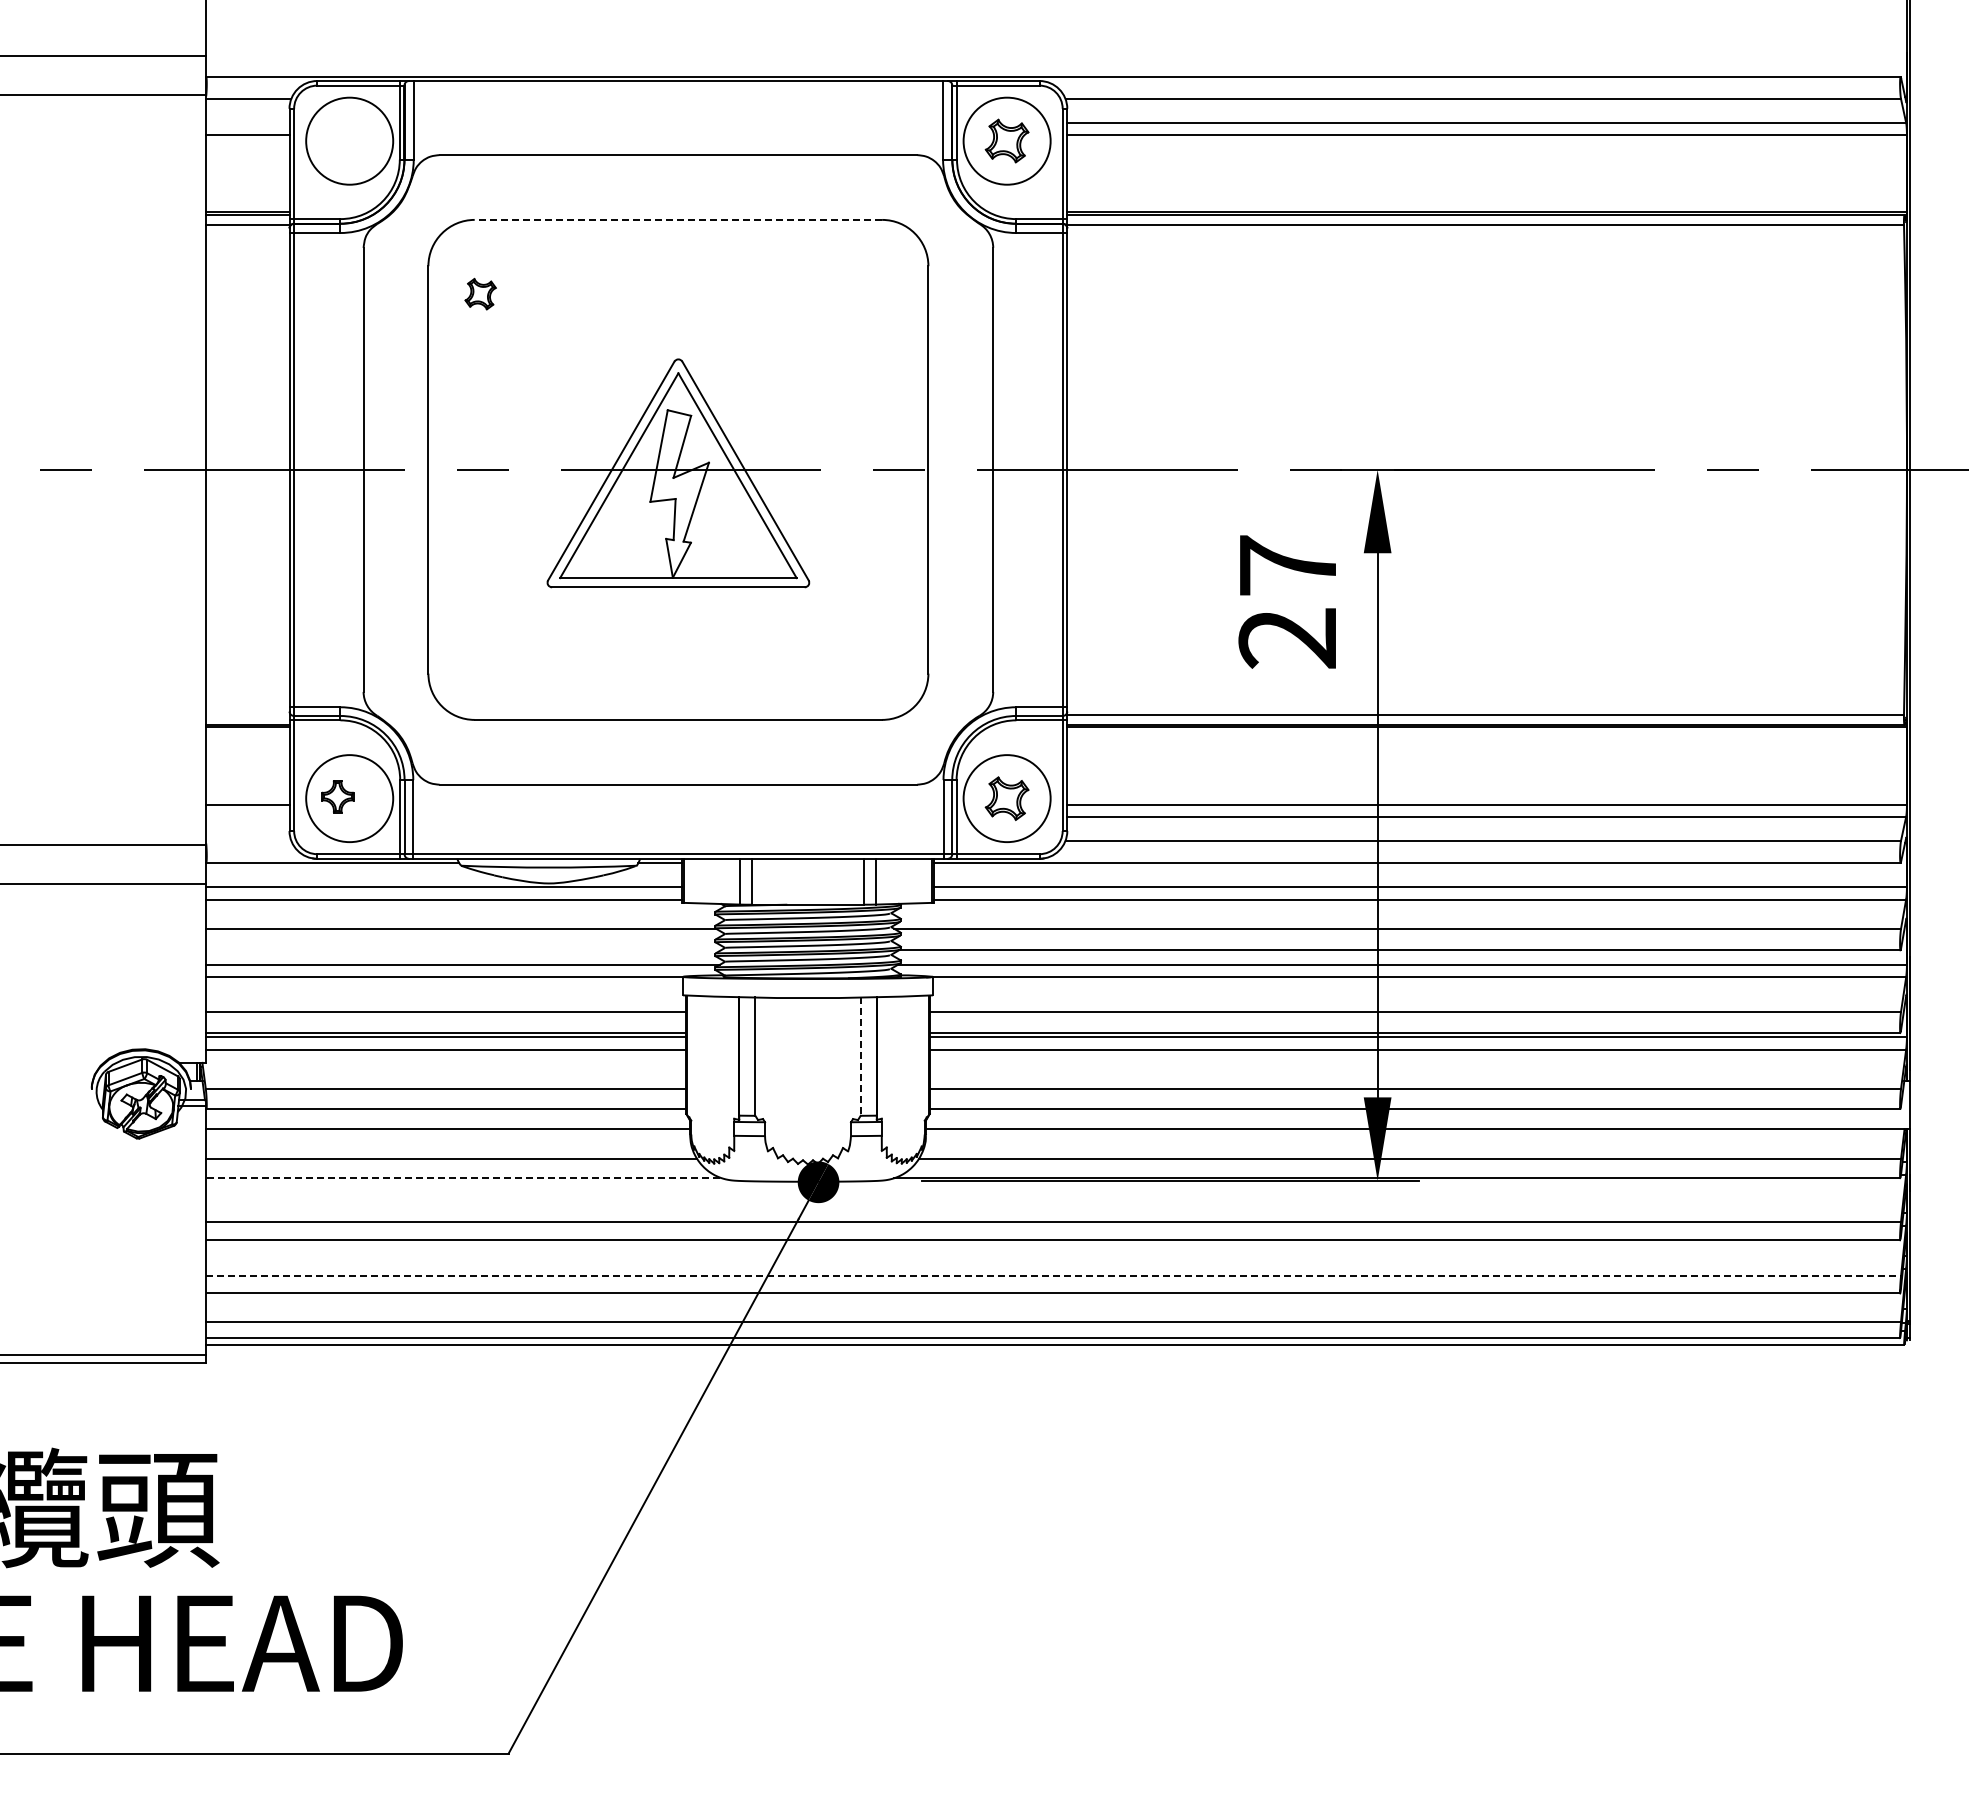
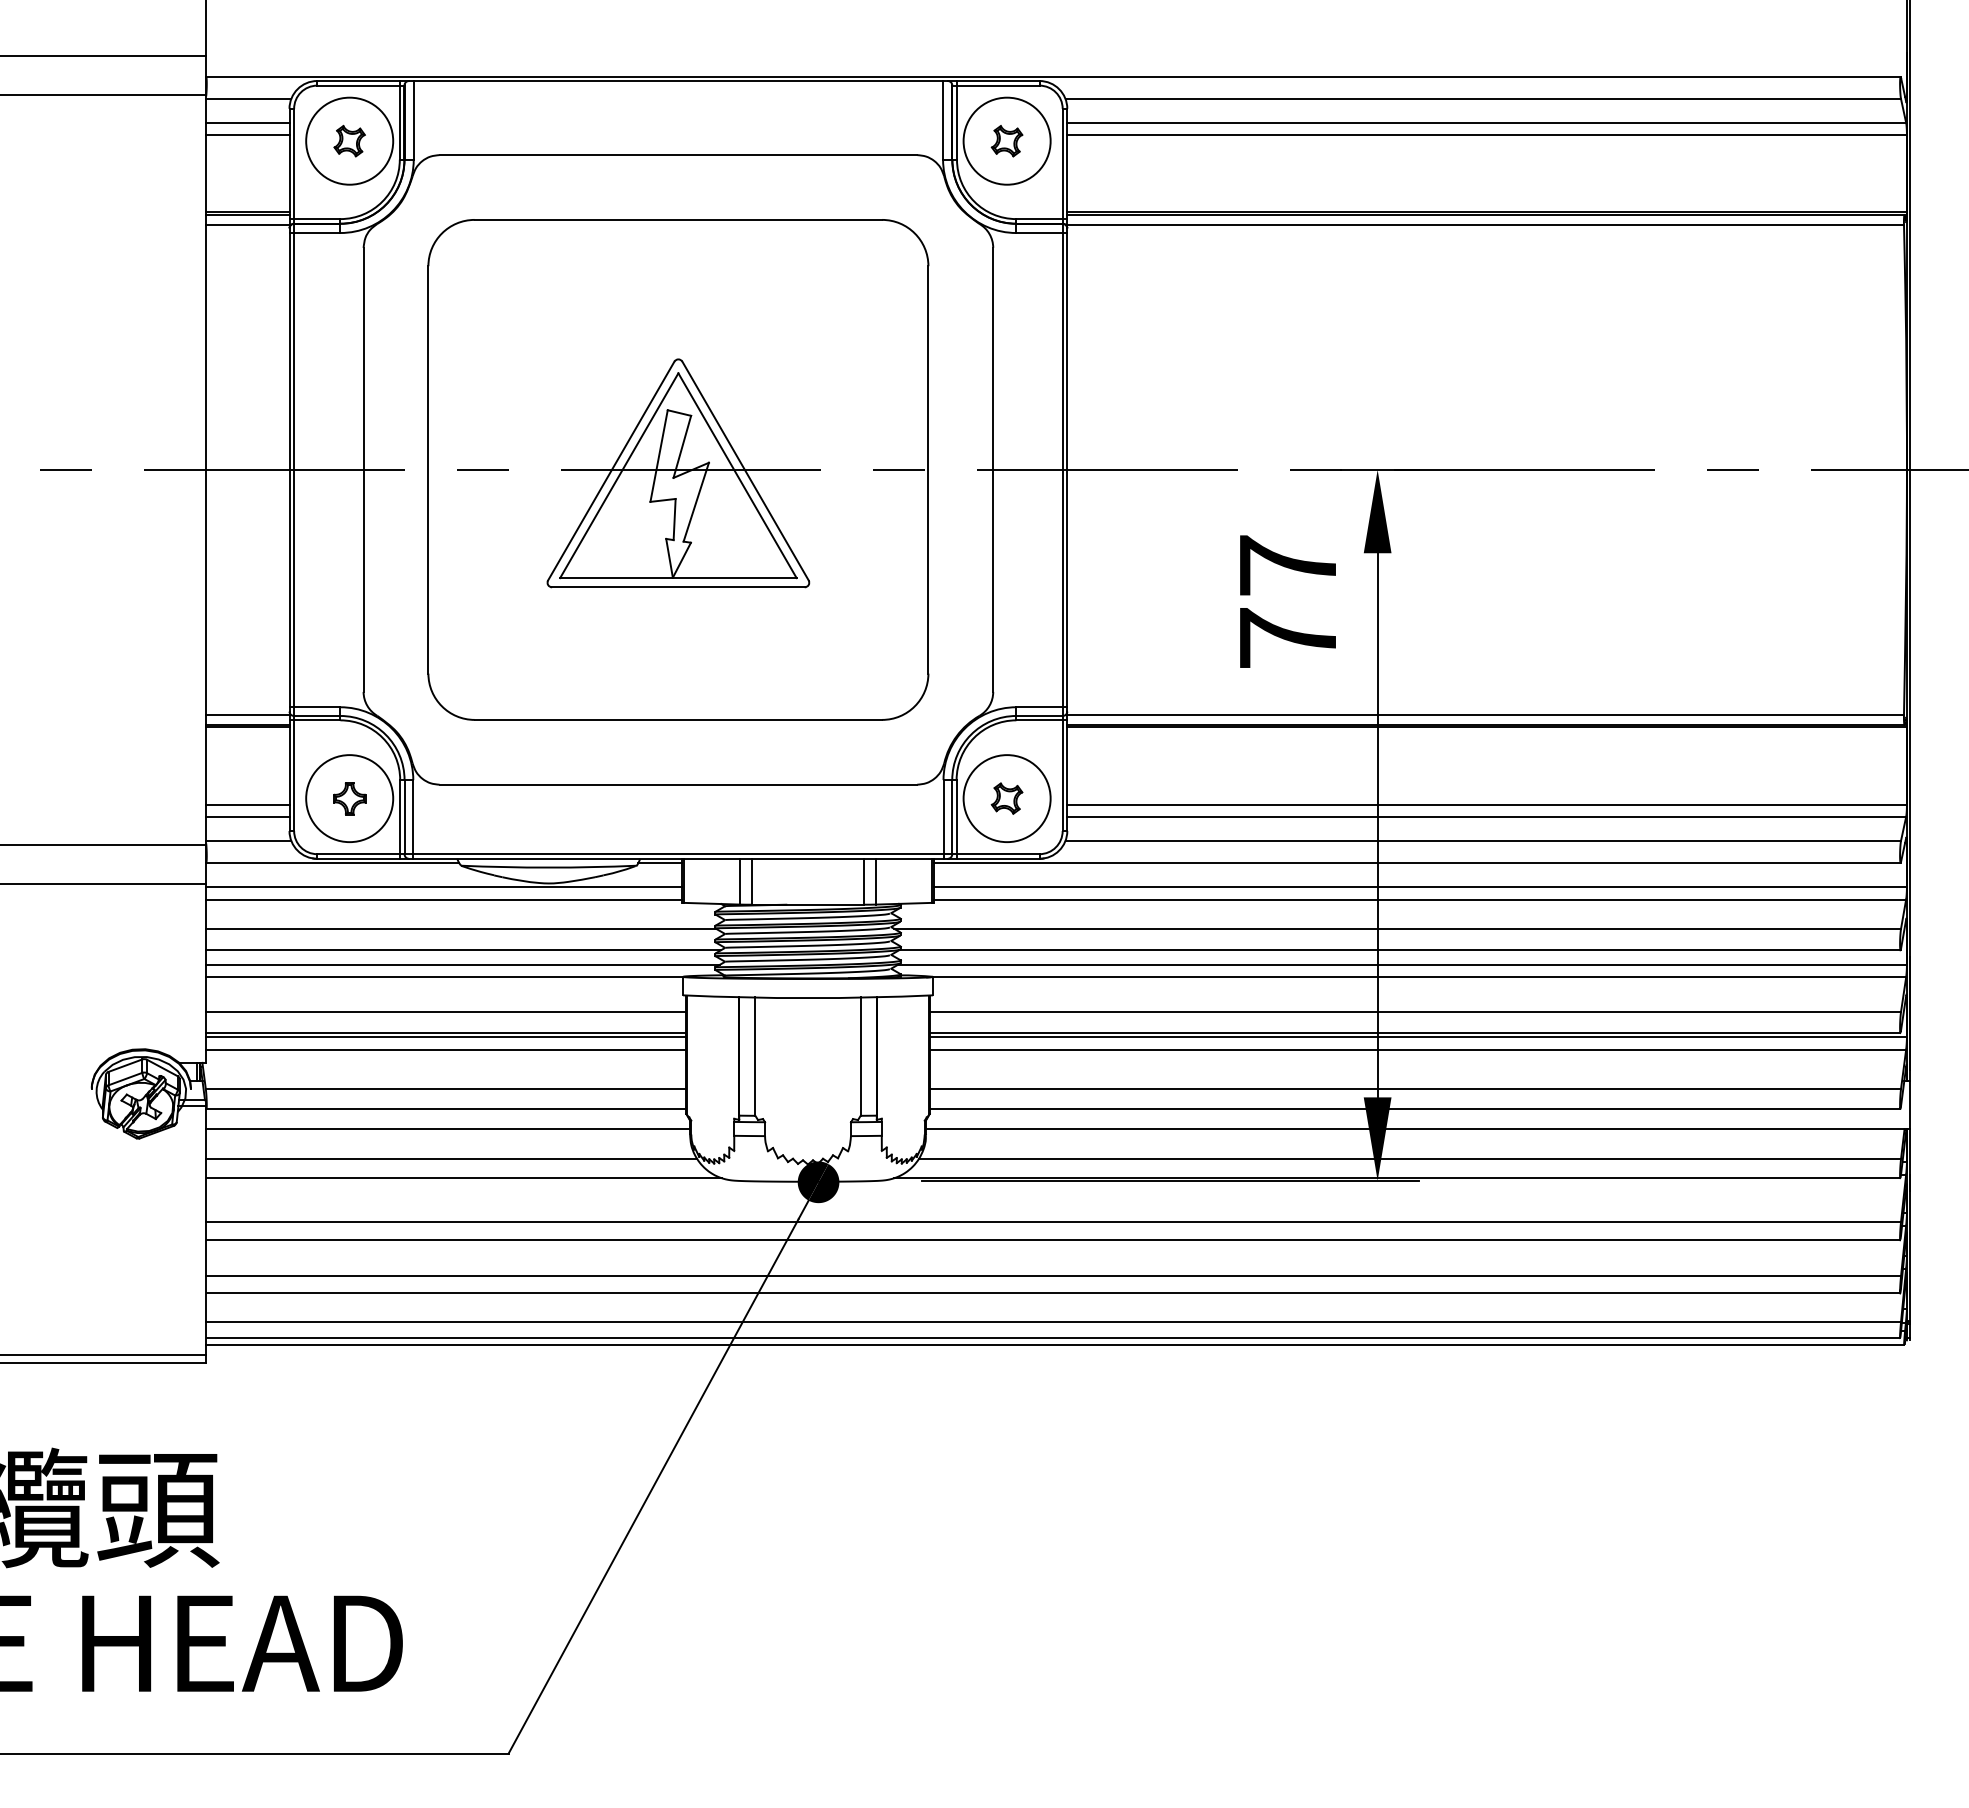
line at (247, 122): none -> present
part at (1006, 140) size: 46x46 px -> 34x33 px
line at (678, 219): dashed -> solid
part at (480, 293) position: (480, 293) -> (349, 140)
text at (1286, 638): 27 -> 77
line at (247, 715): none -> present
part at (337, 796) position: (337, 796) -> (349, 798)
part at (1006, 798) size: 46x45 px -> 34x33 px
line at (247, 817): none -> present
line at (248, 840): none -> present
line at (463, 950): none -> present
line at (860, 1057): dashed -> solid
line at (464, 1178): dashed -> solid
line at (1054, 1276): dashed -> solid
